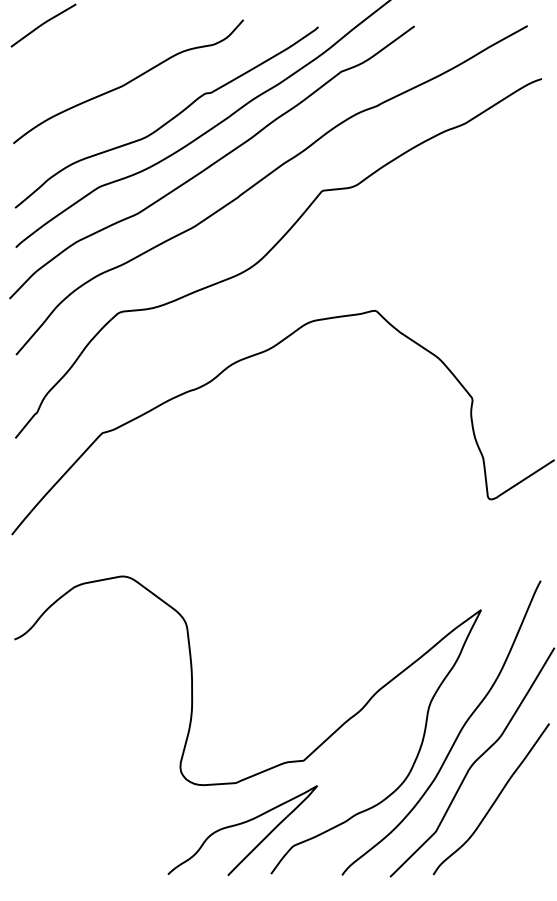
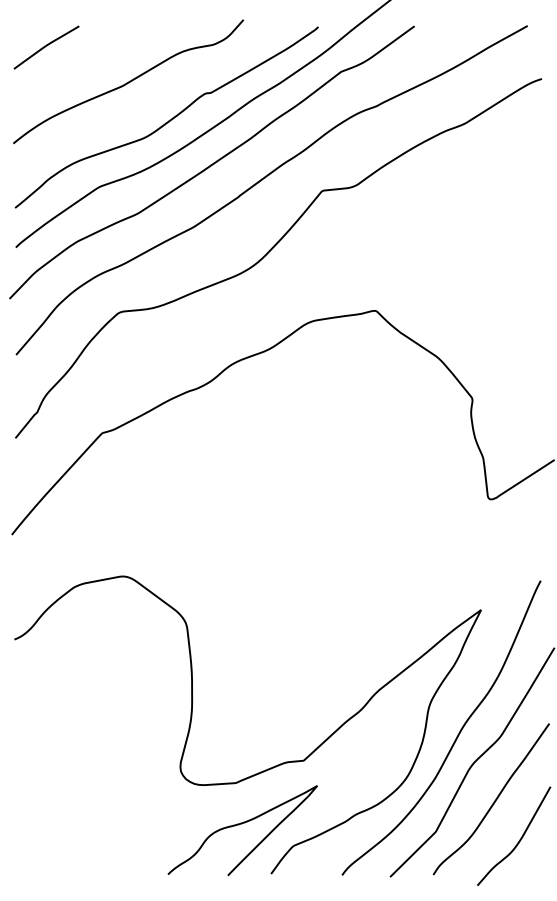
curve at (43, 24) position: (43, 24) -> (46, 46)
curve at (519, 839): none -> present
